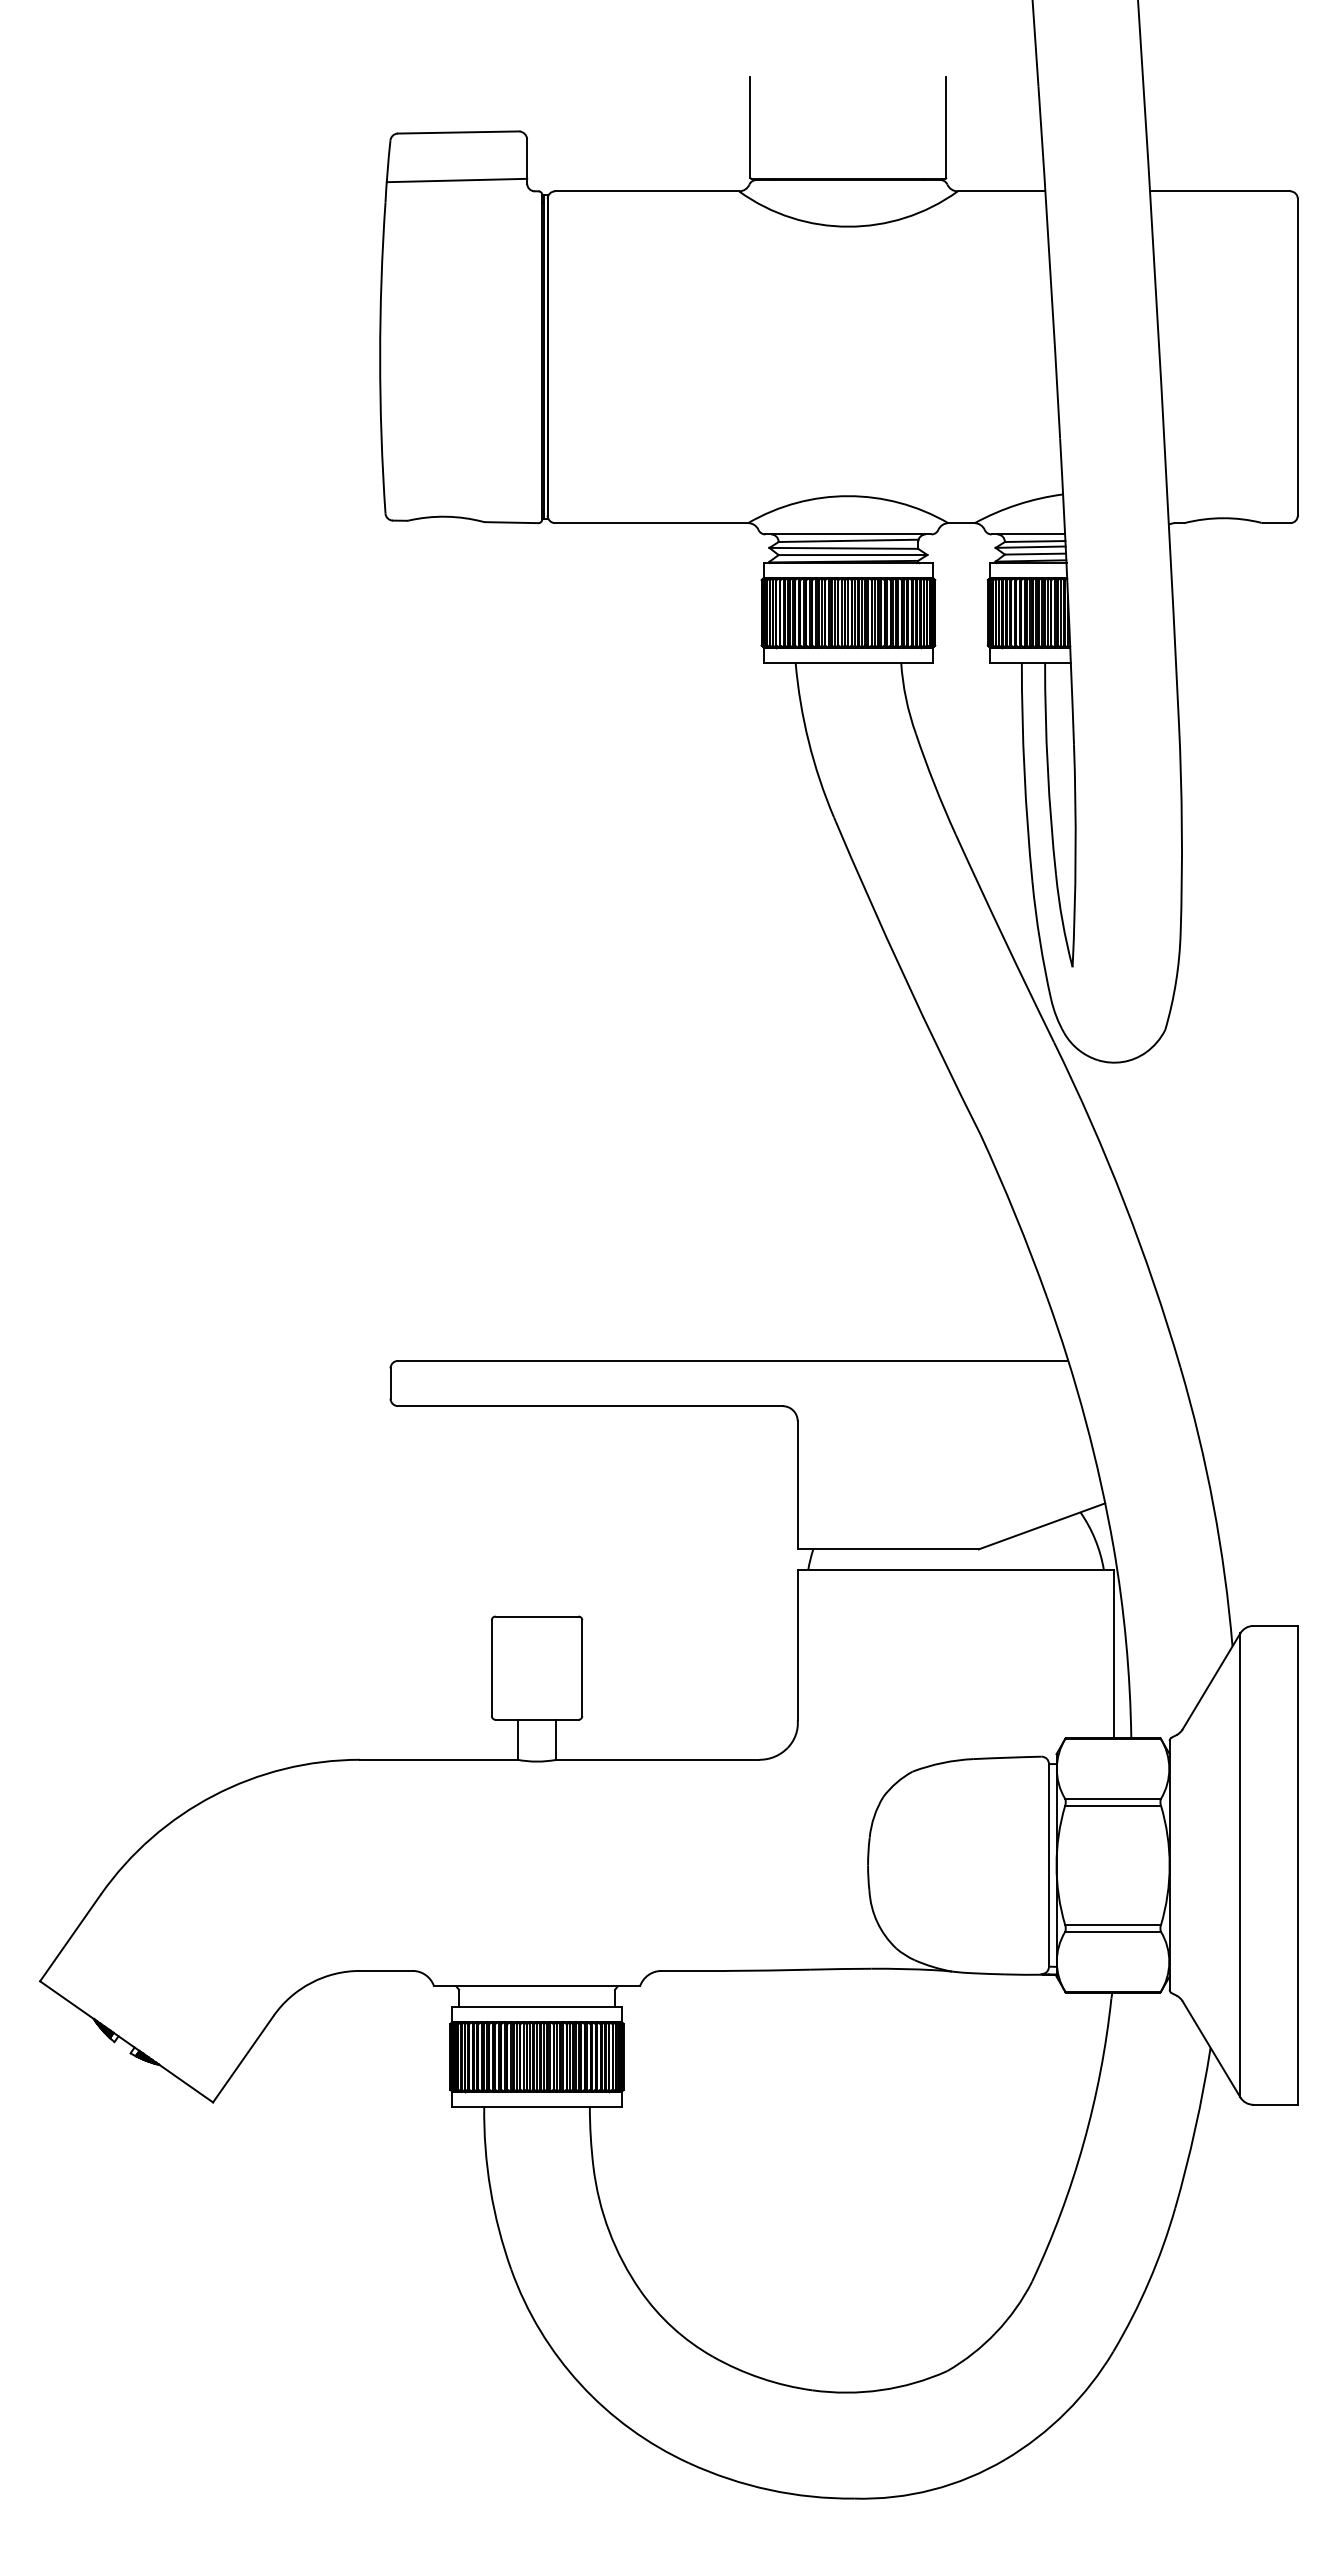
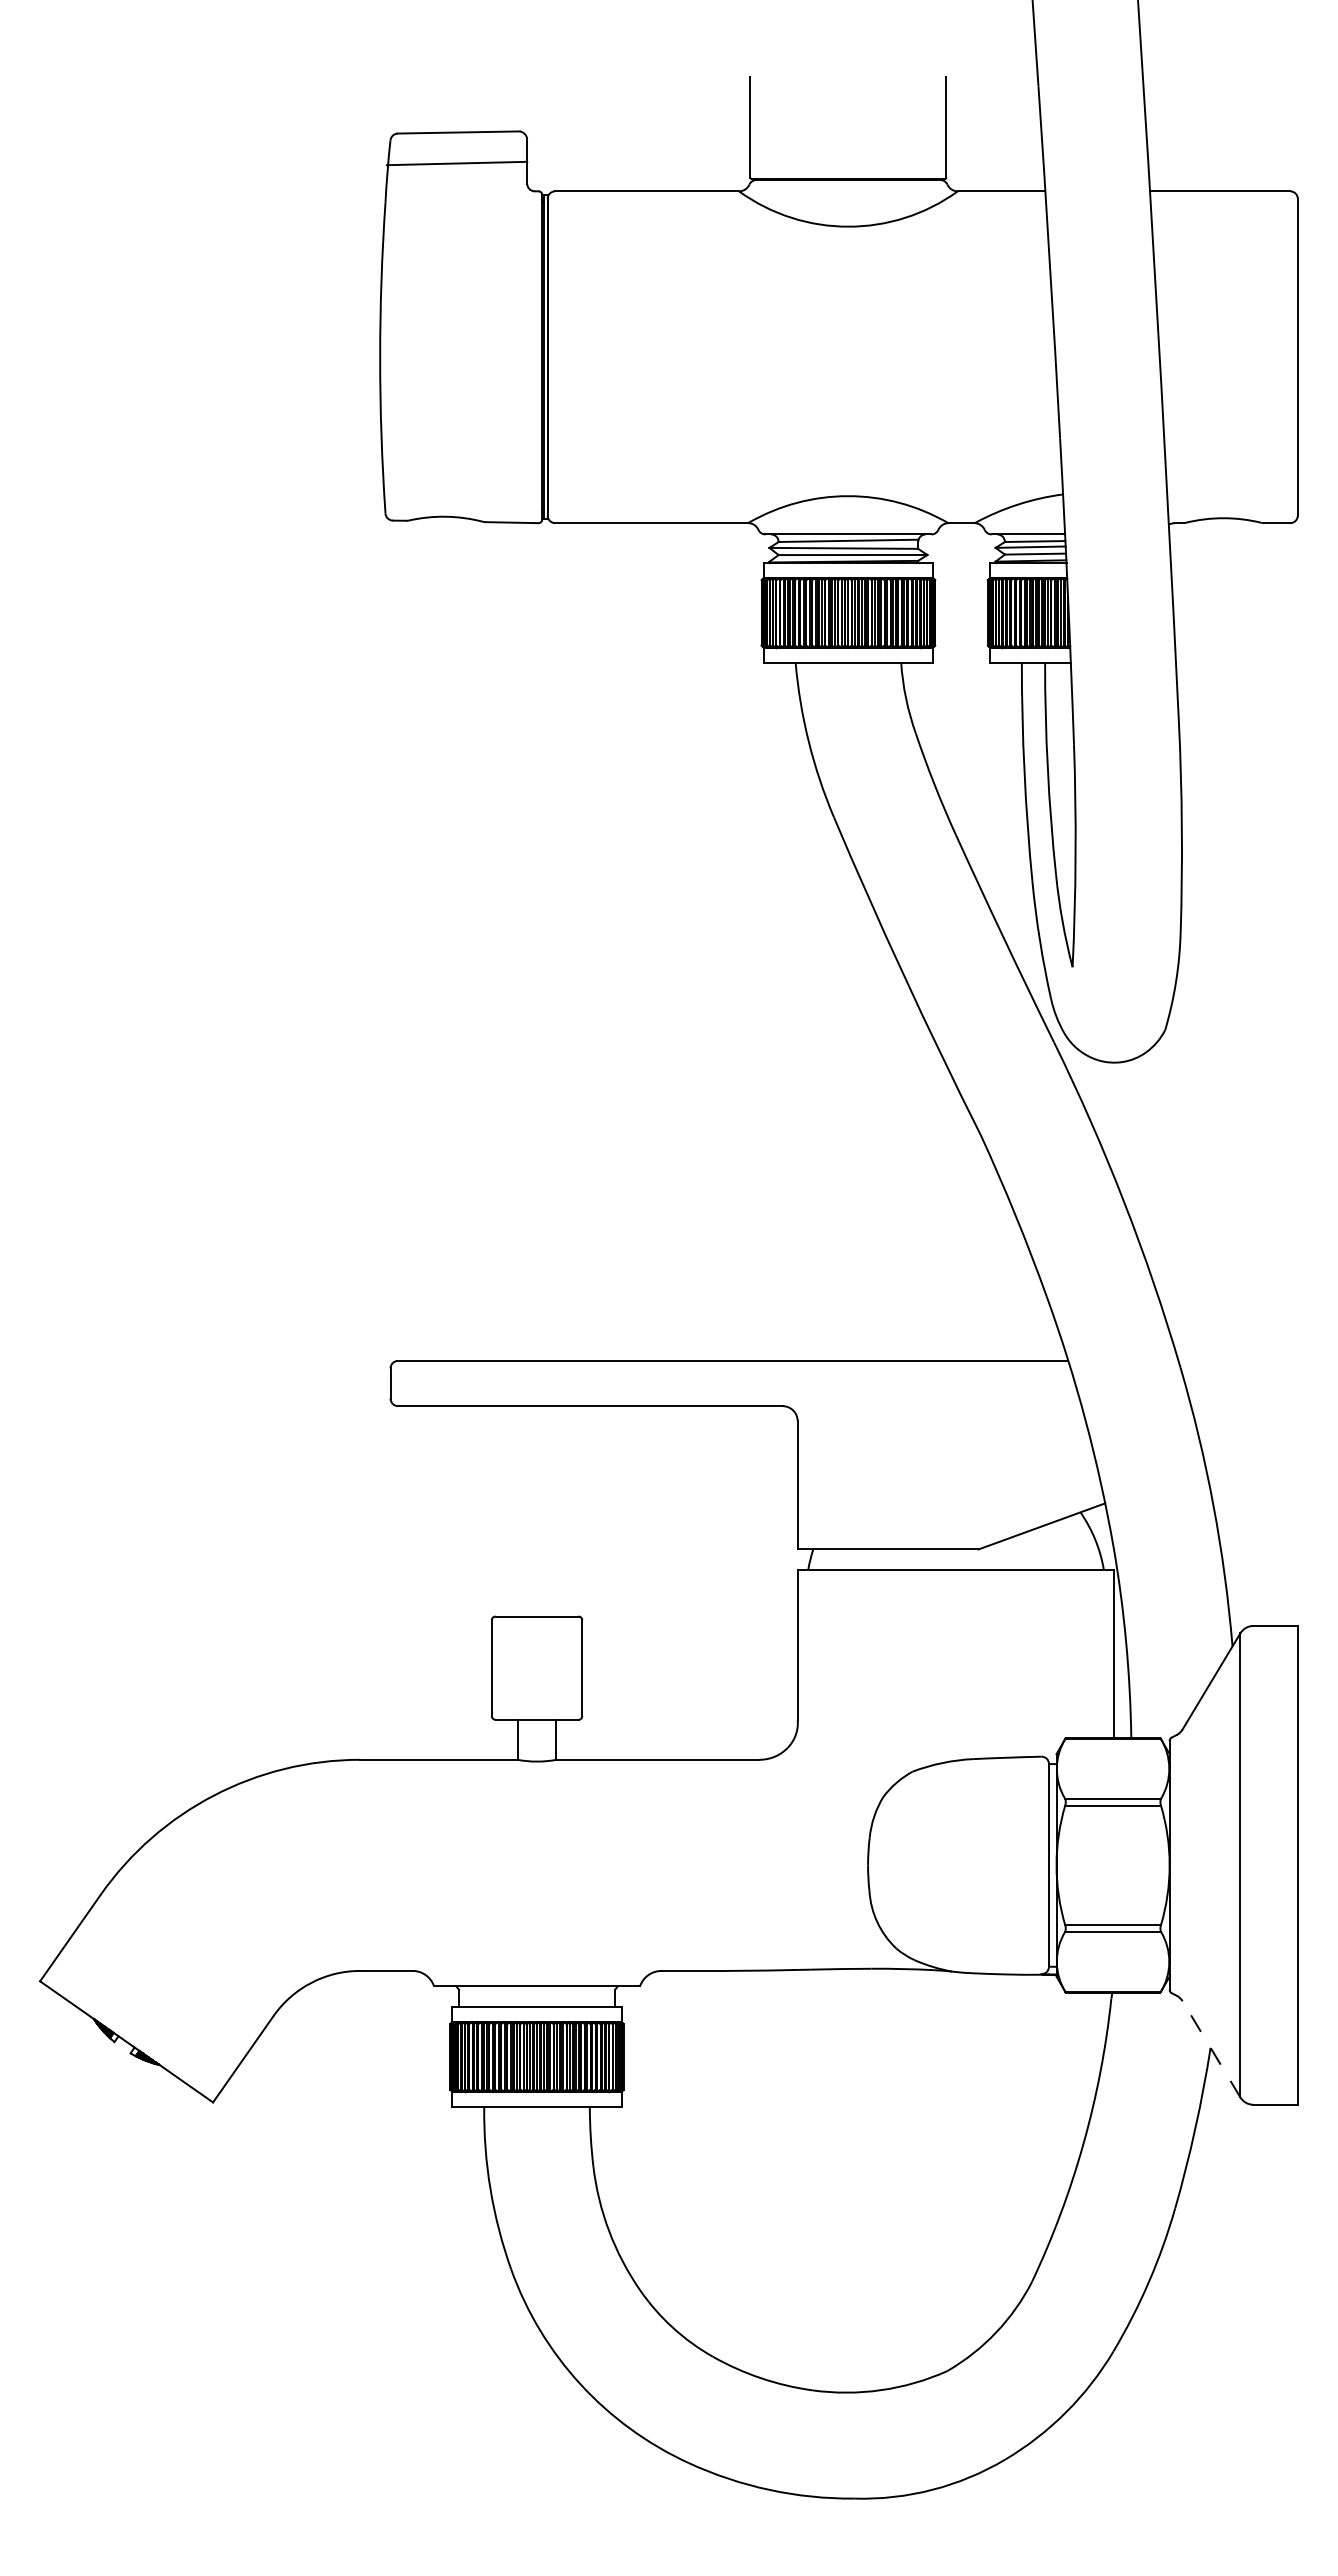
line at (456, 180) position: (456, 180) -> (456, 163)
line at (1211, 2048): solid -> dashed
